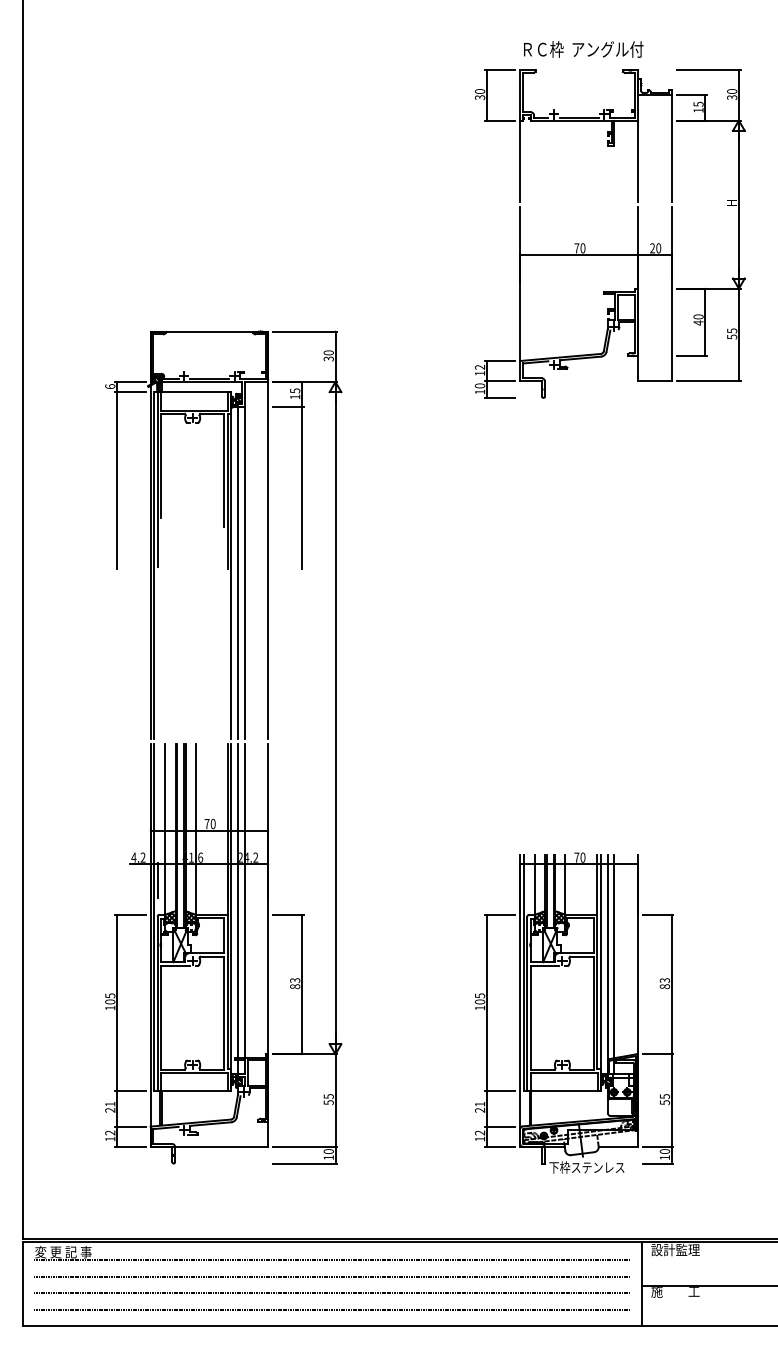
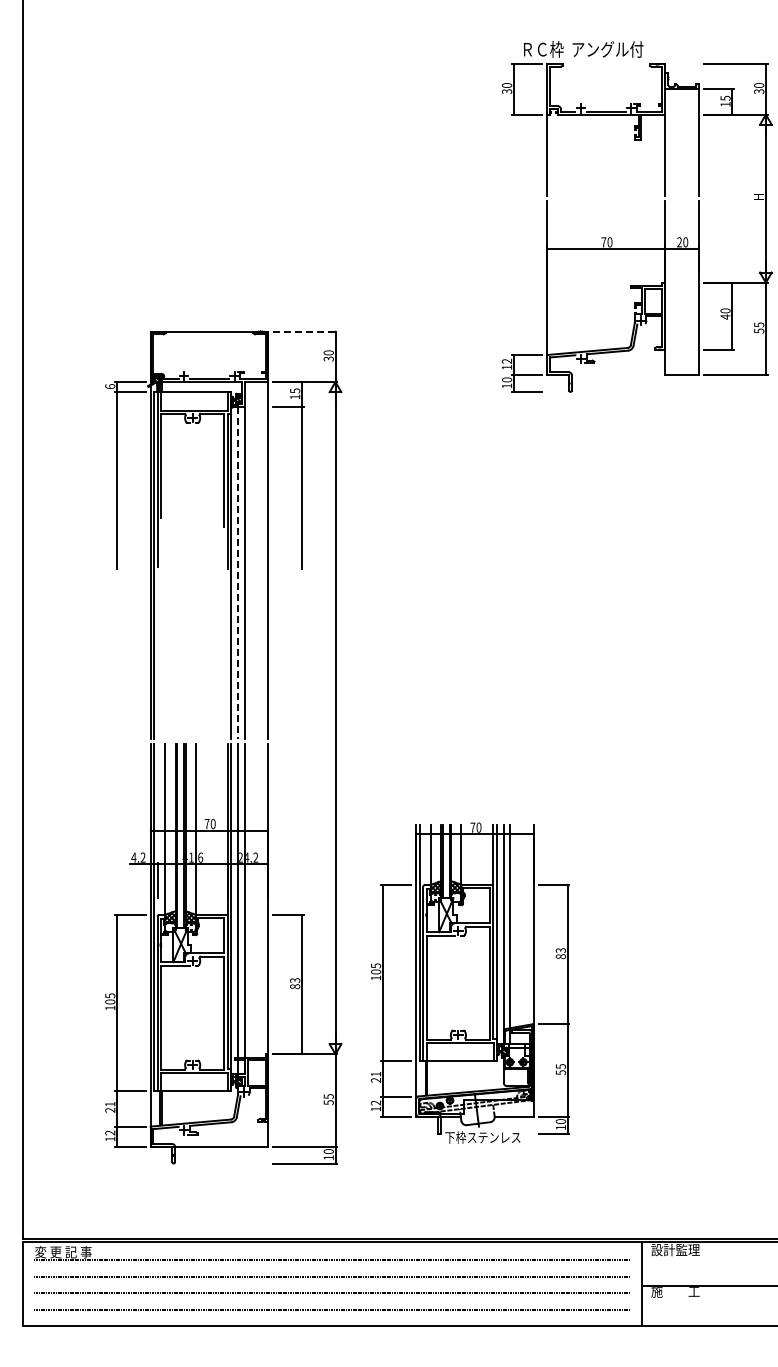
part at (609, 254) position: (609, 254) -> (636, 248)
line at (305, 331): solid -> dashed
line at (238, 573): solid -> dashed
part at (573, 1012) position: (573, 1012) -> (469, 982)
